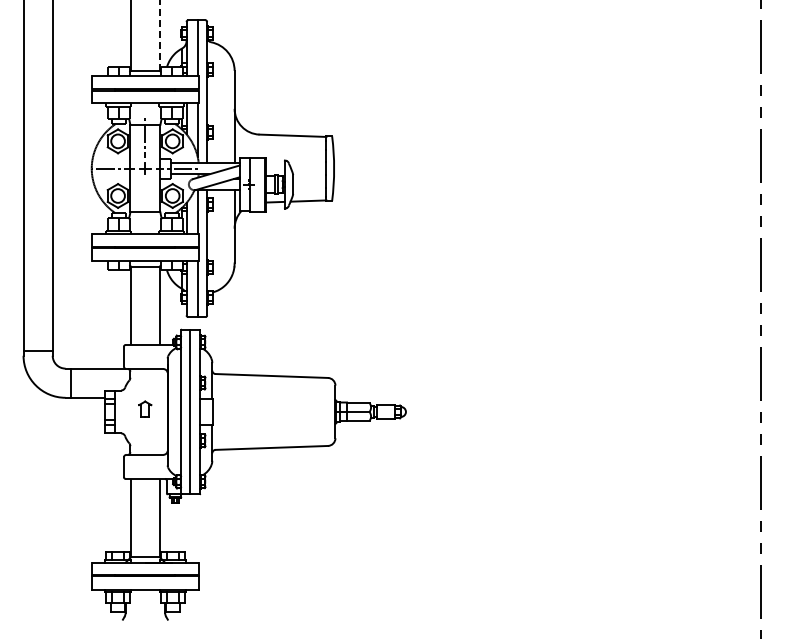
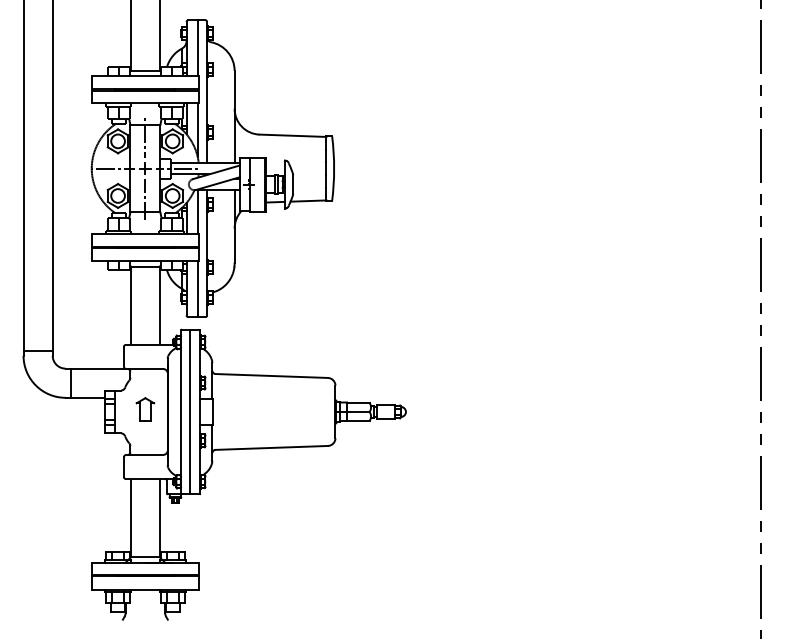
line at (159, 35): dashed -> solid
line at (145, 200): none -> present
part at (145, 408) size: 15x18 px -> 20x25 px
